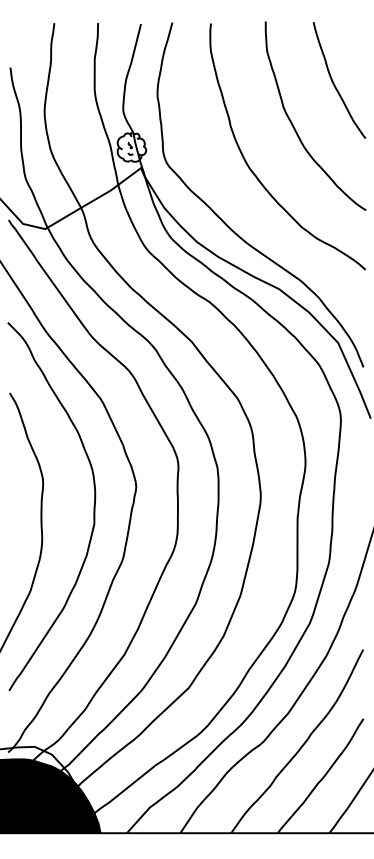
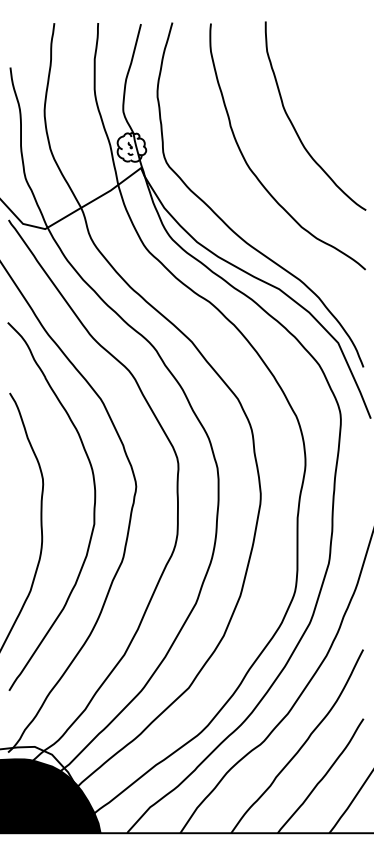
curve at (333, 80): present -> none
